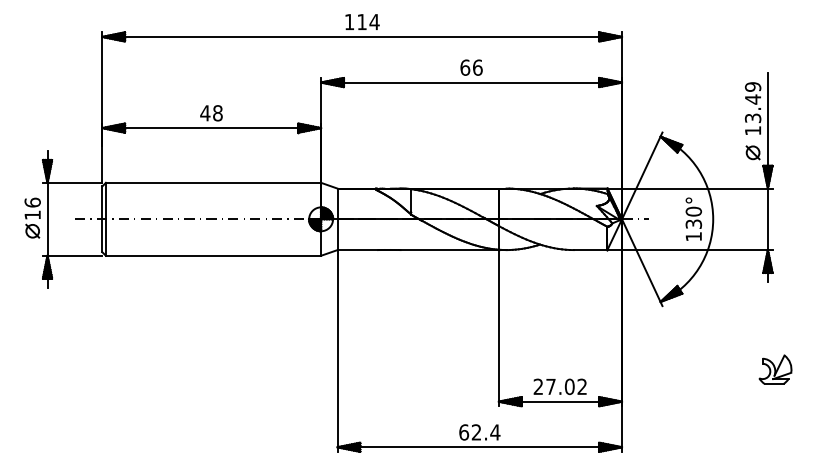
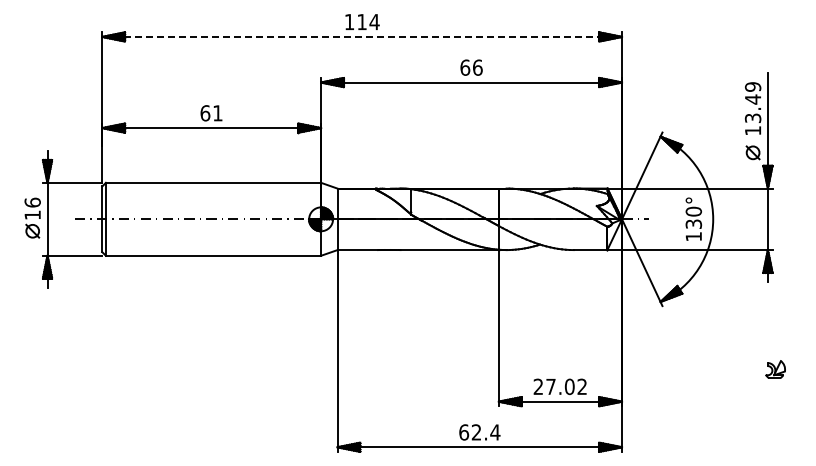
line at (362, 36): solid -> dashed
text at (211, 113): 48 -> 61
part at (775, 369) size: 35x31 px -> 21x19 px
